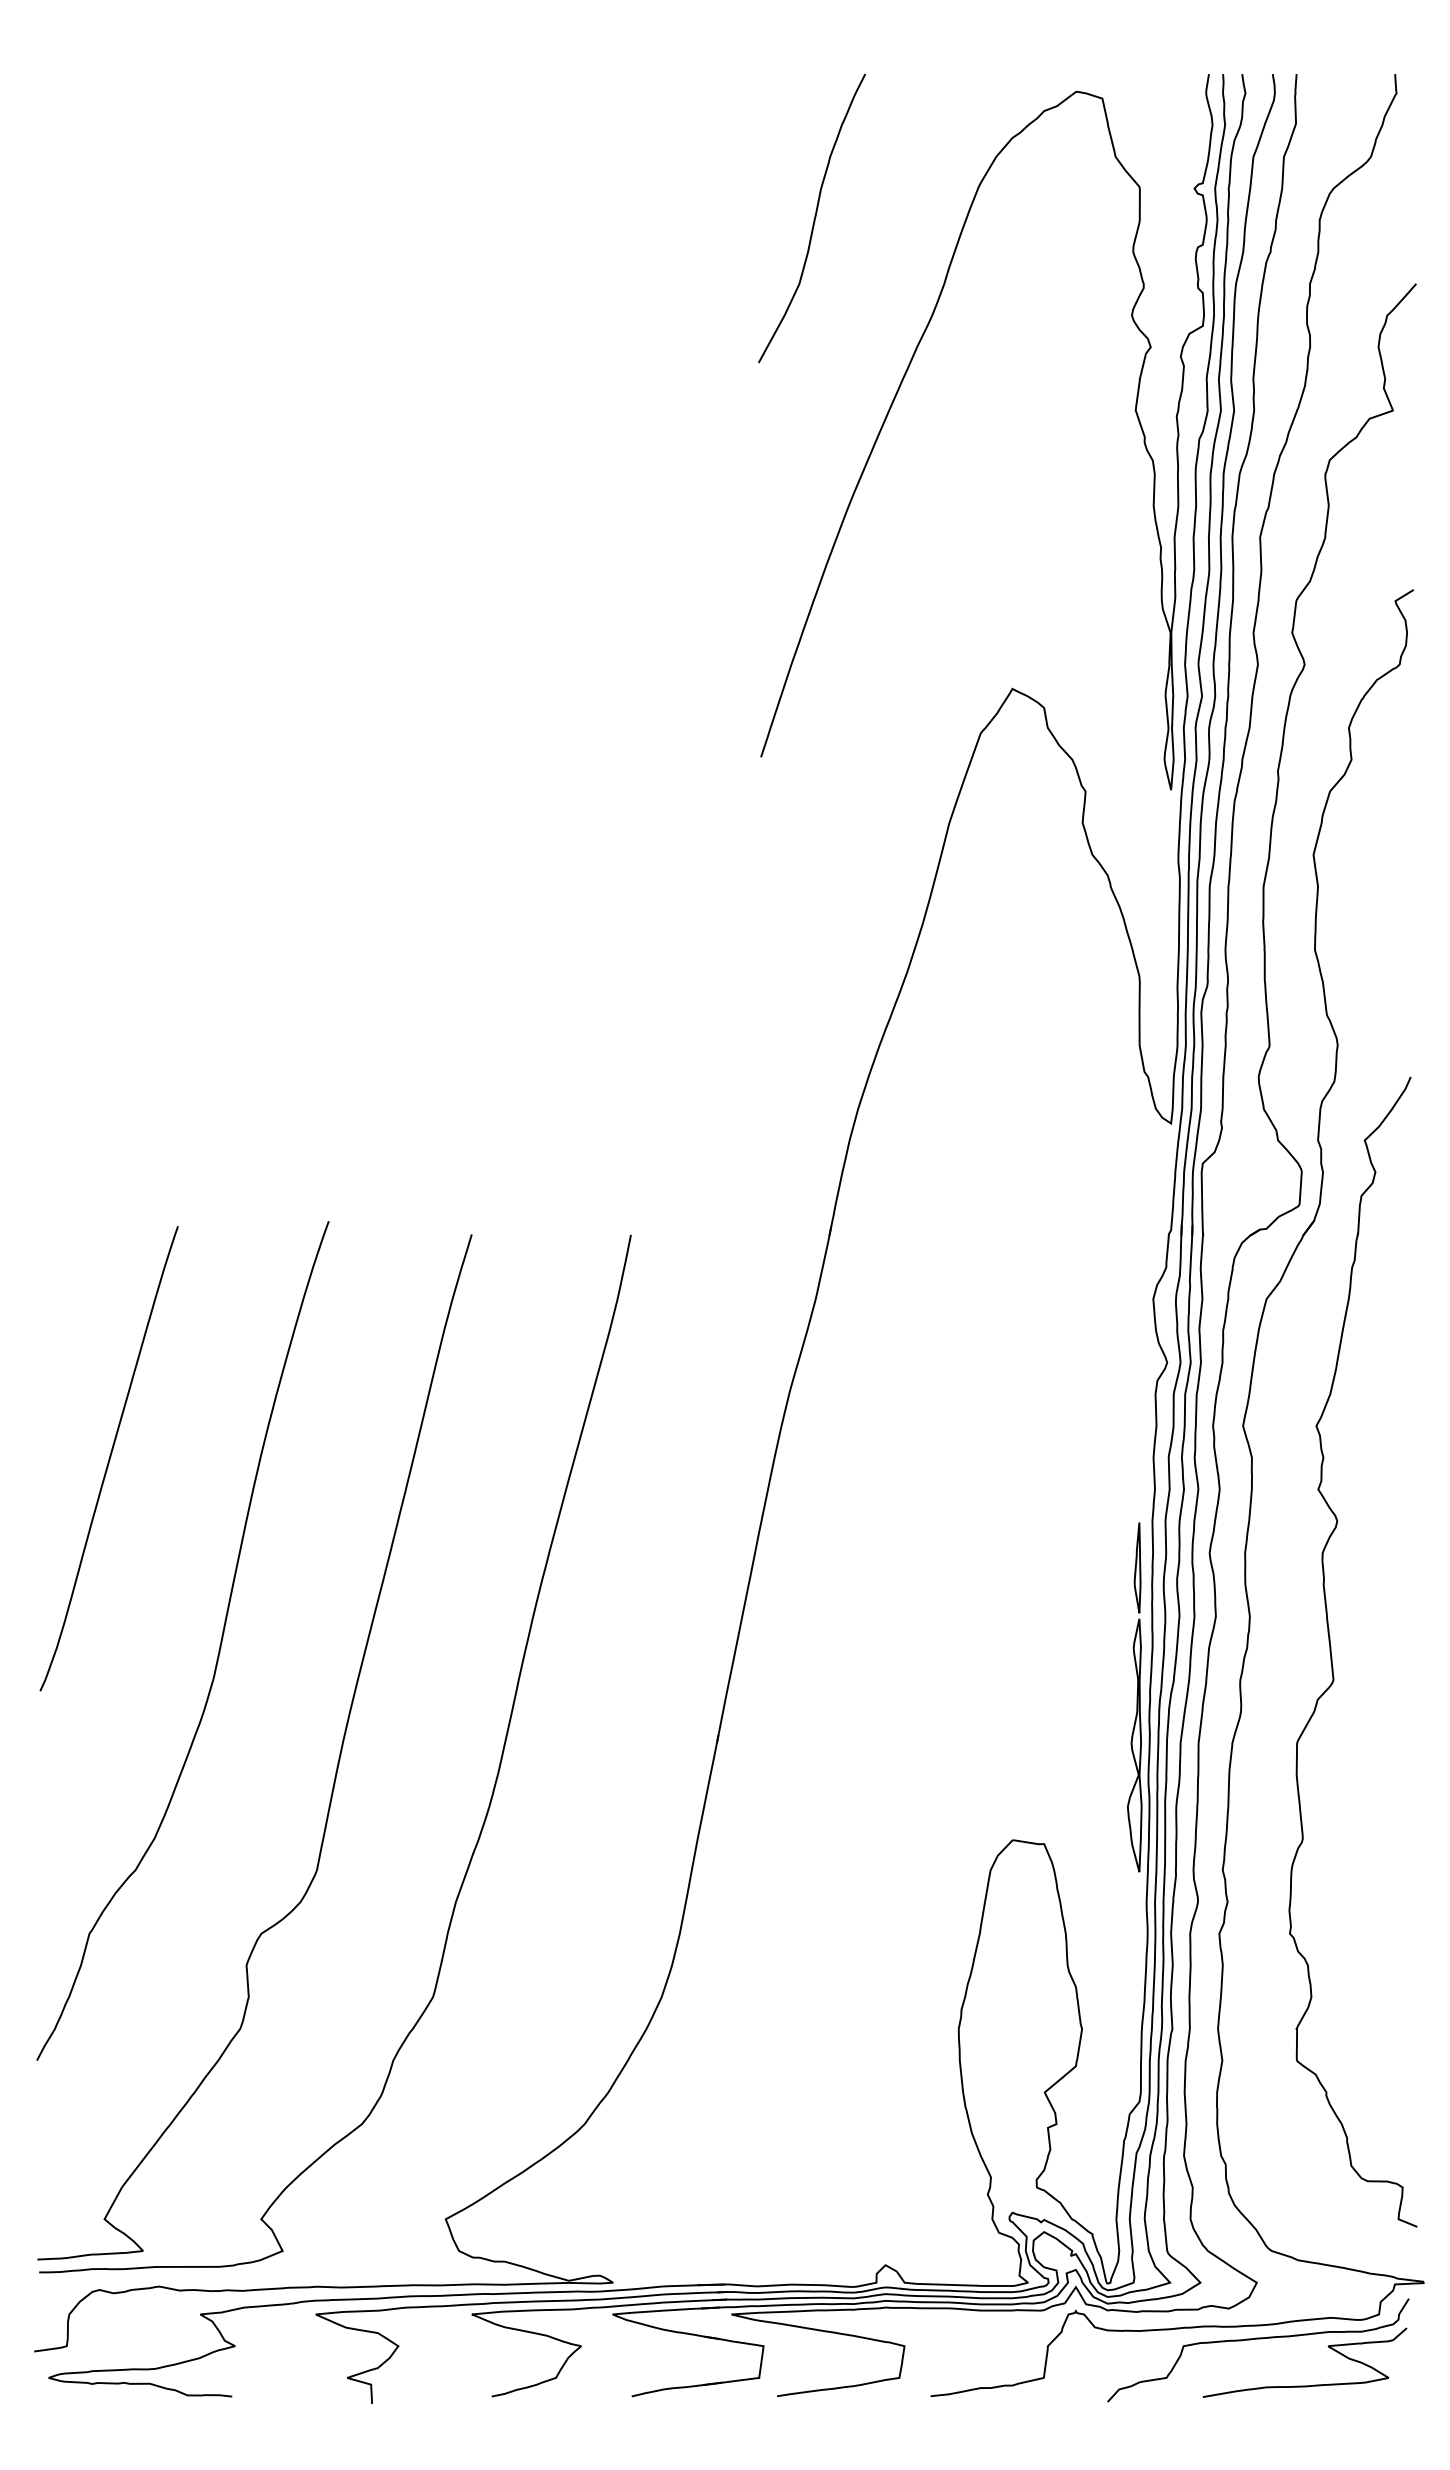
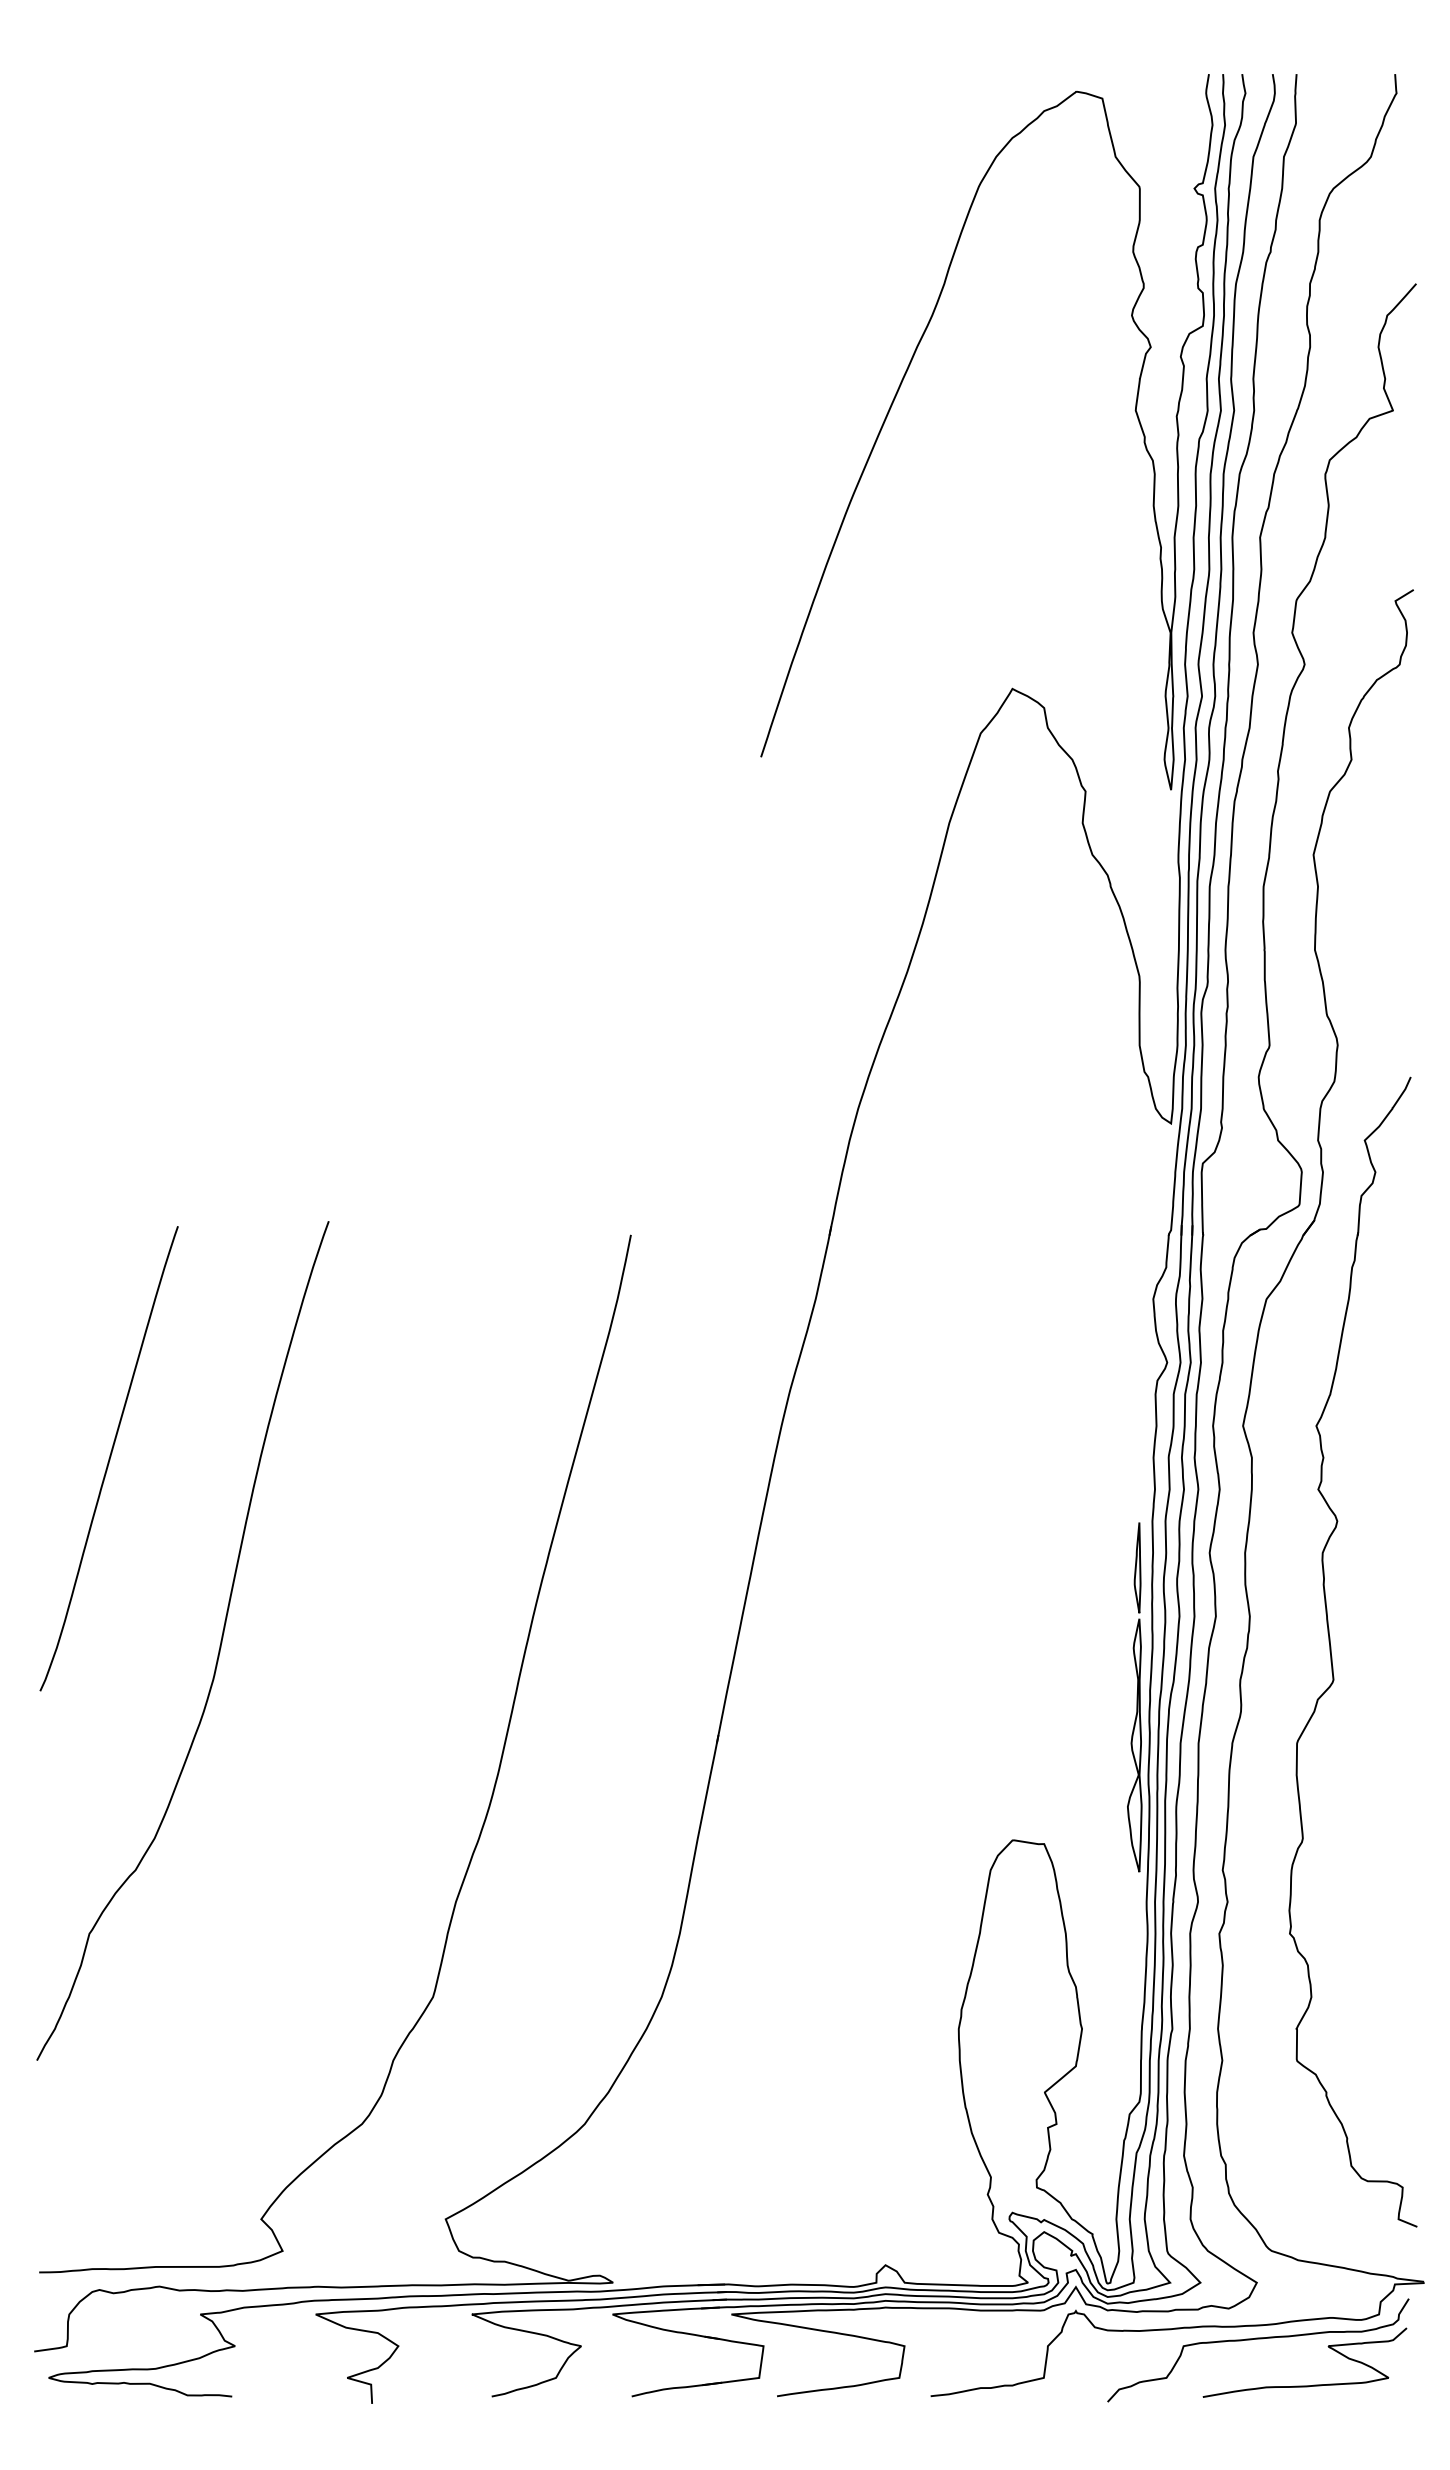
curve at (813, 219): present -> none
curve at (337, 1762): present -> none
